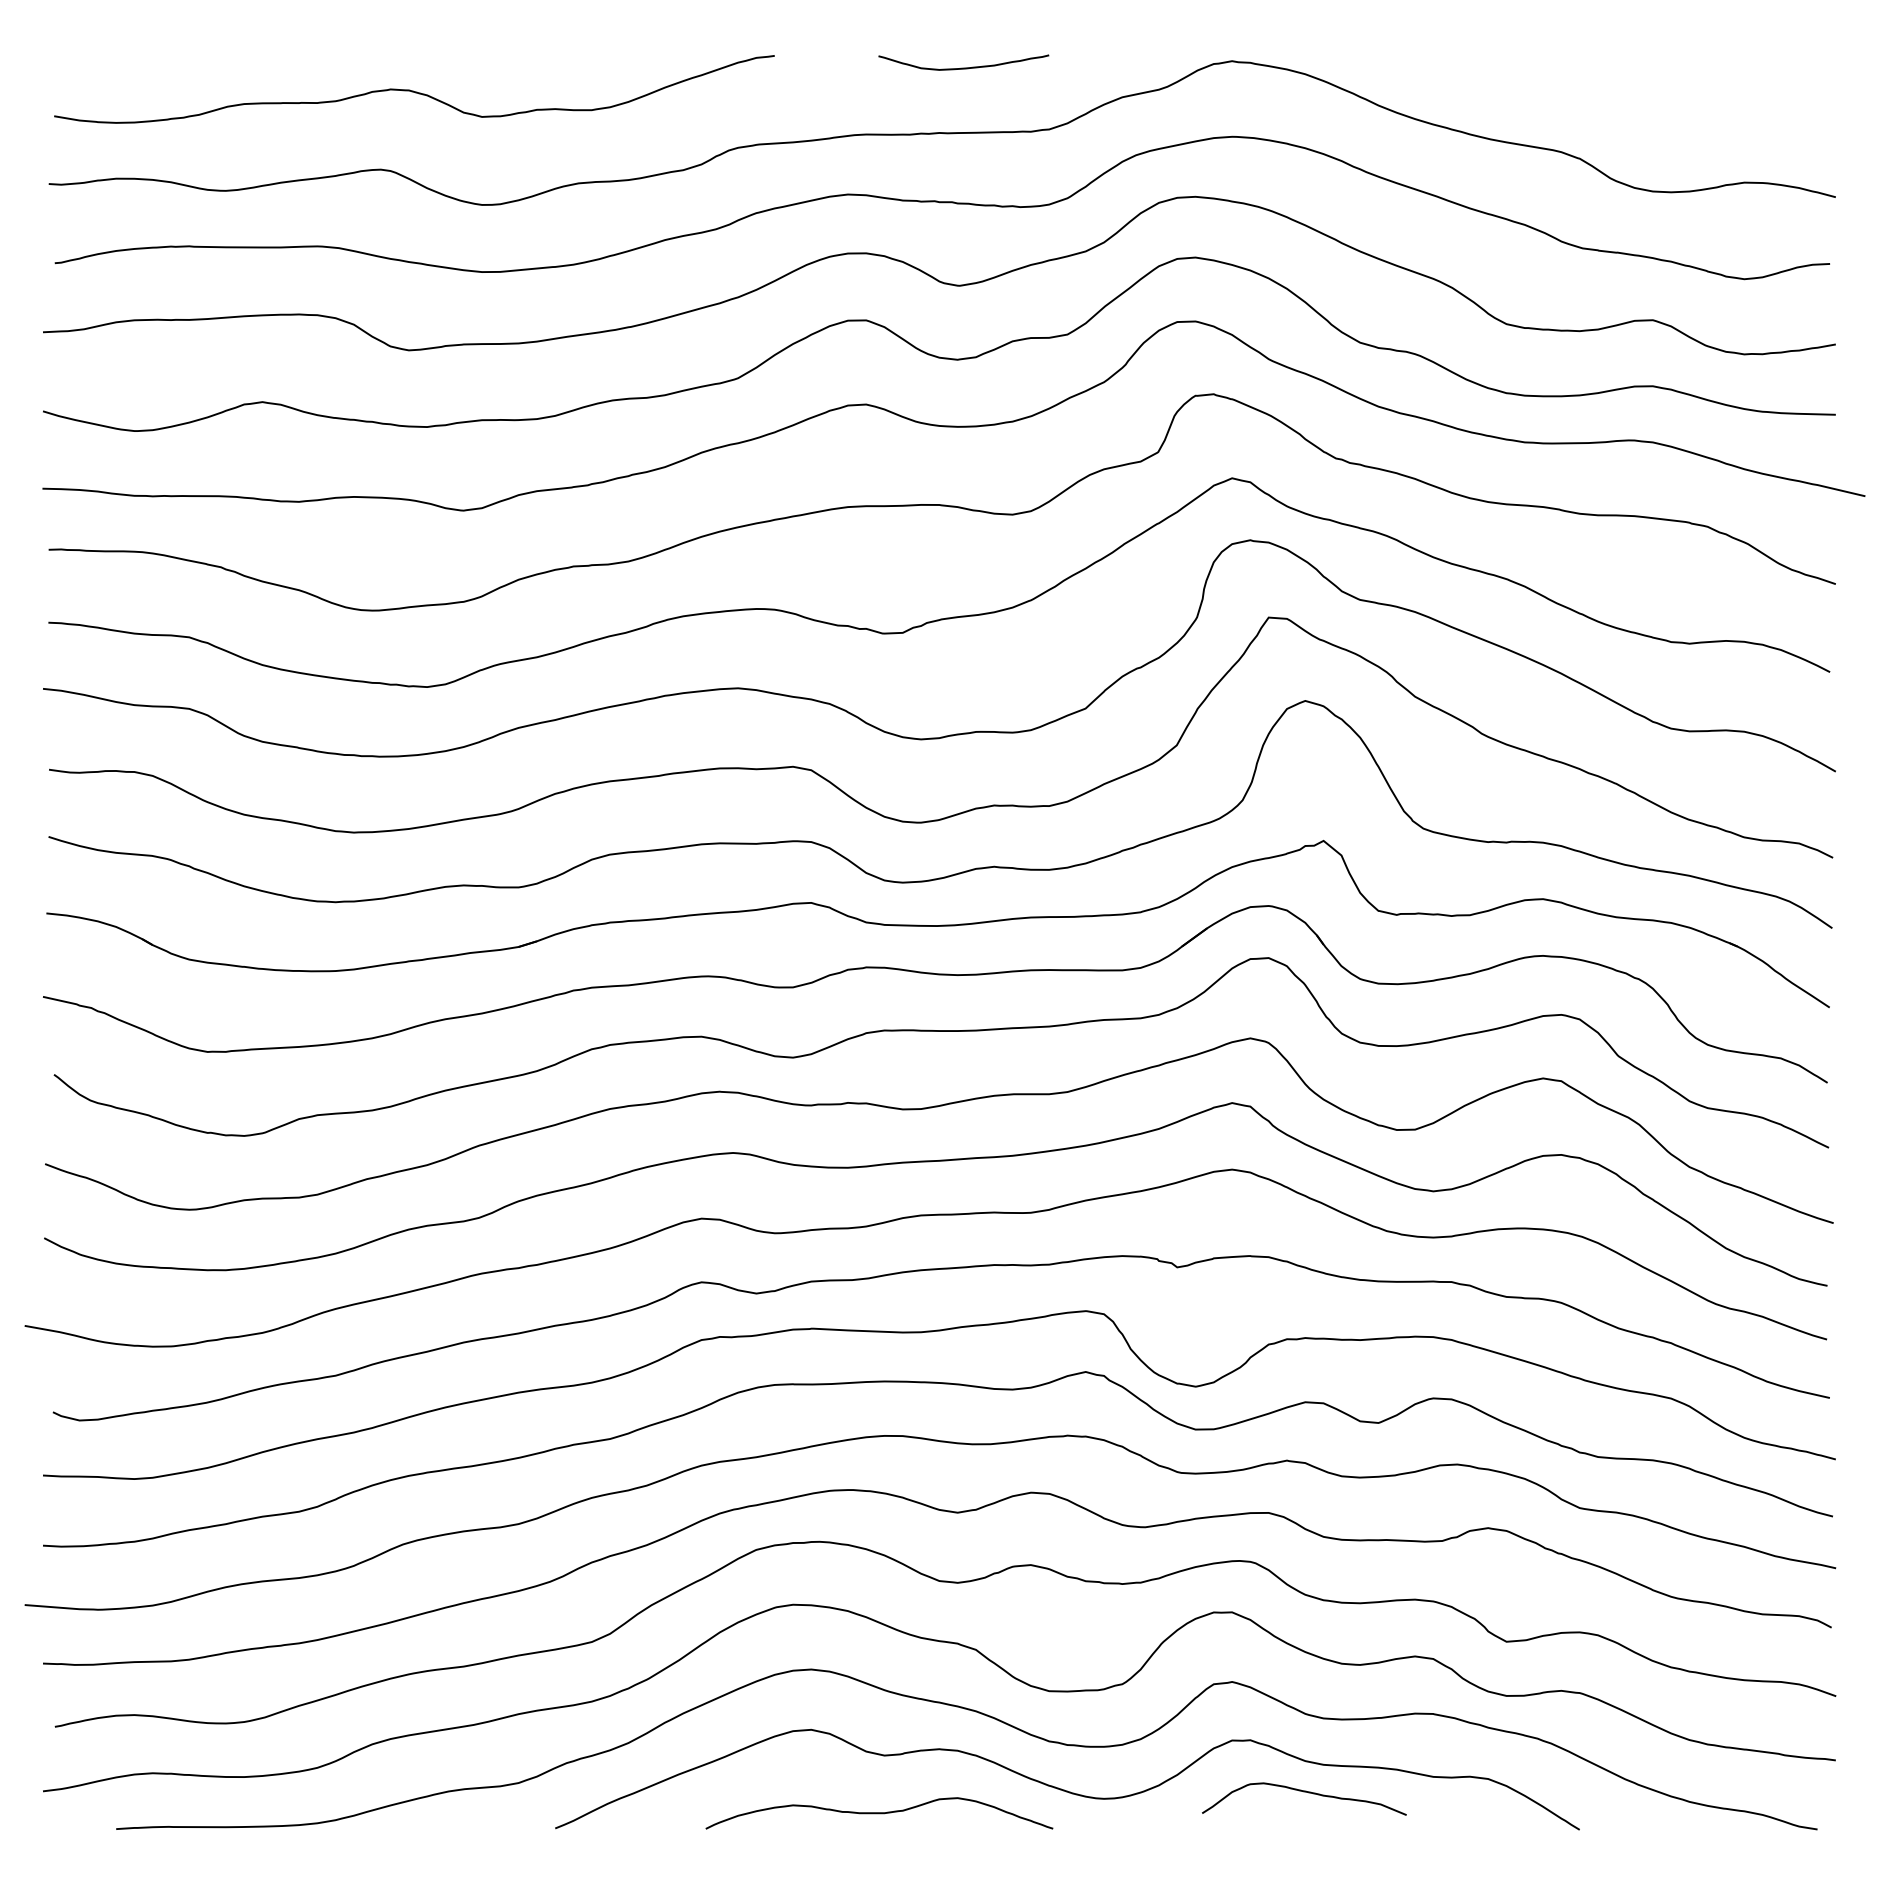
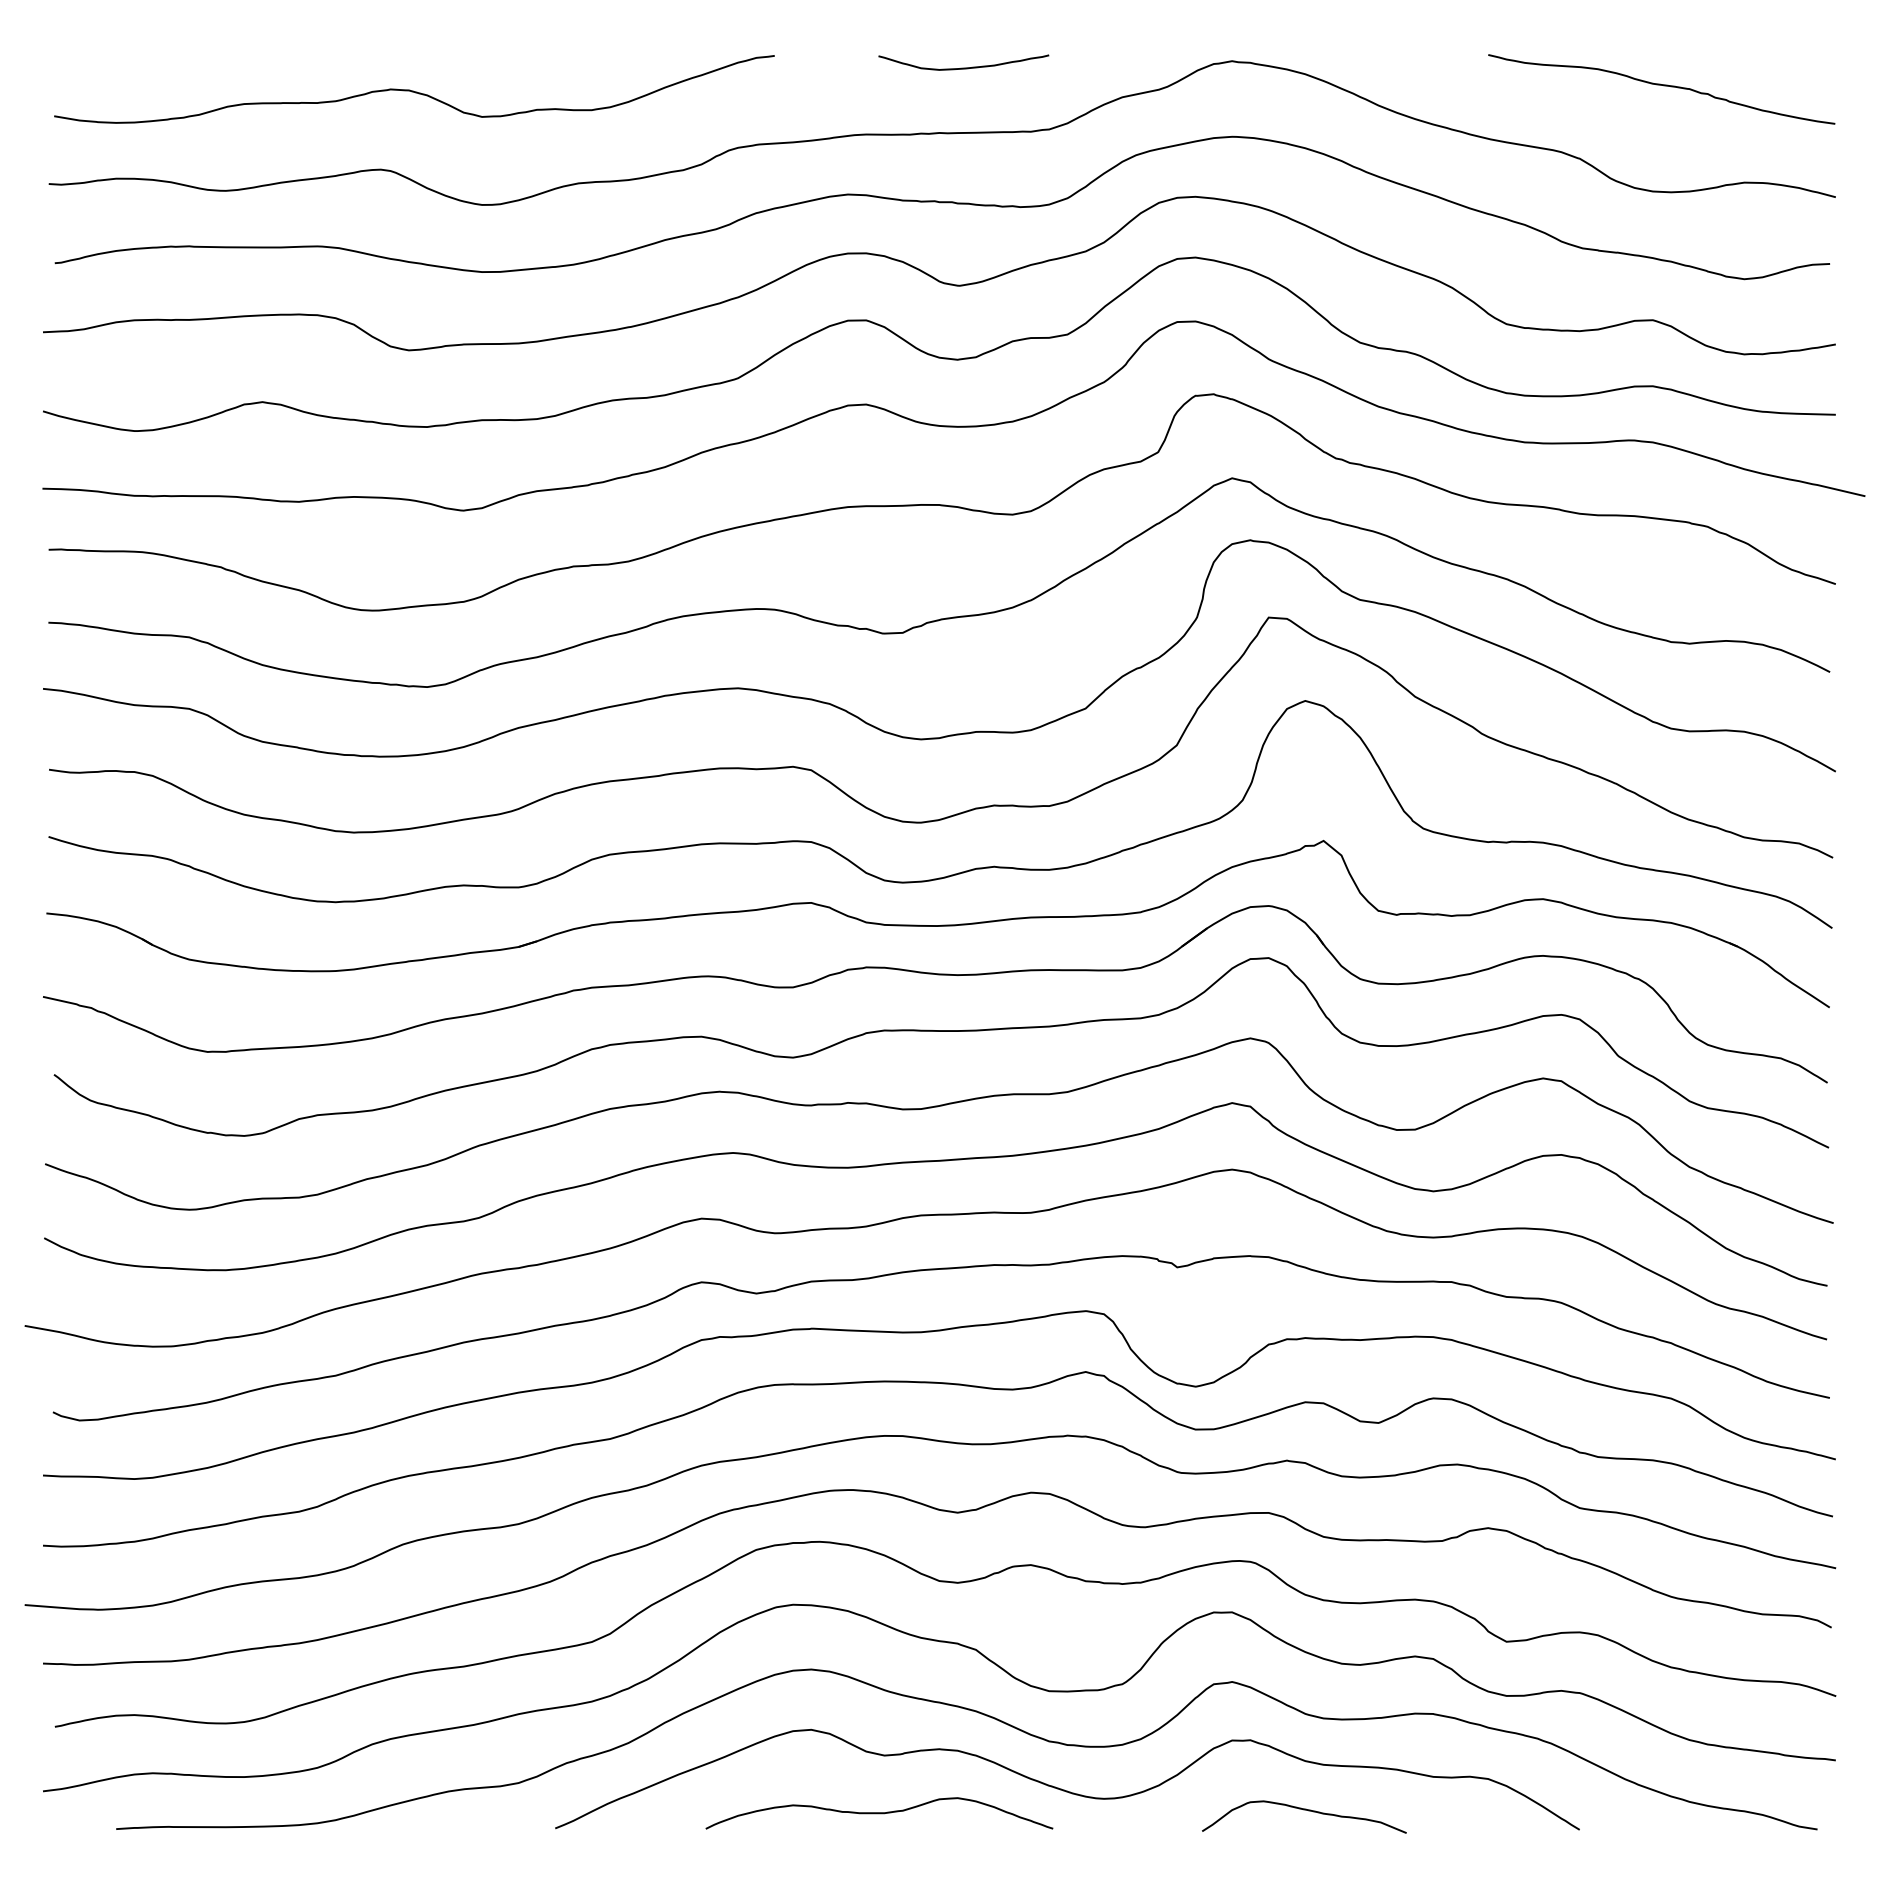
curve at (1663, 86): none -> present
curve at (1304, 1792) position: (1304, 1792) -> (1304, 1810)
